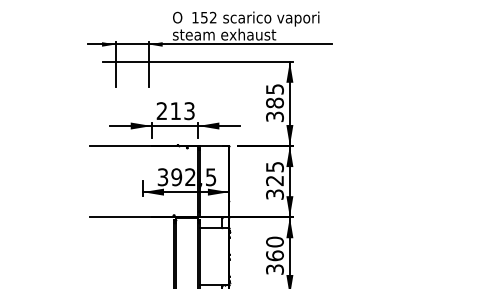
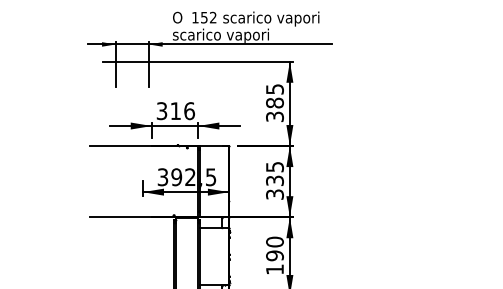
text at (227, 35): steam exhaust -> scarico vapori
text at (175, 111): 213 -> 316
text at (274, 180): 325 -> 335
text at (274, 262): 360 -> 190
